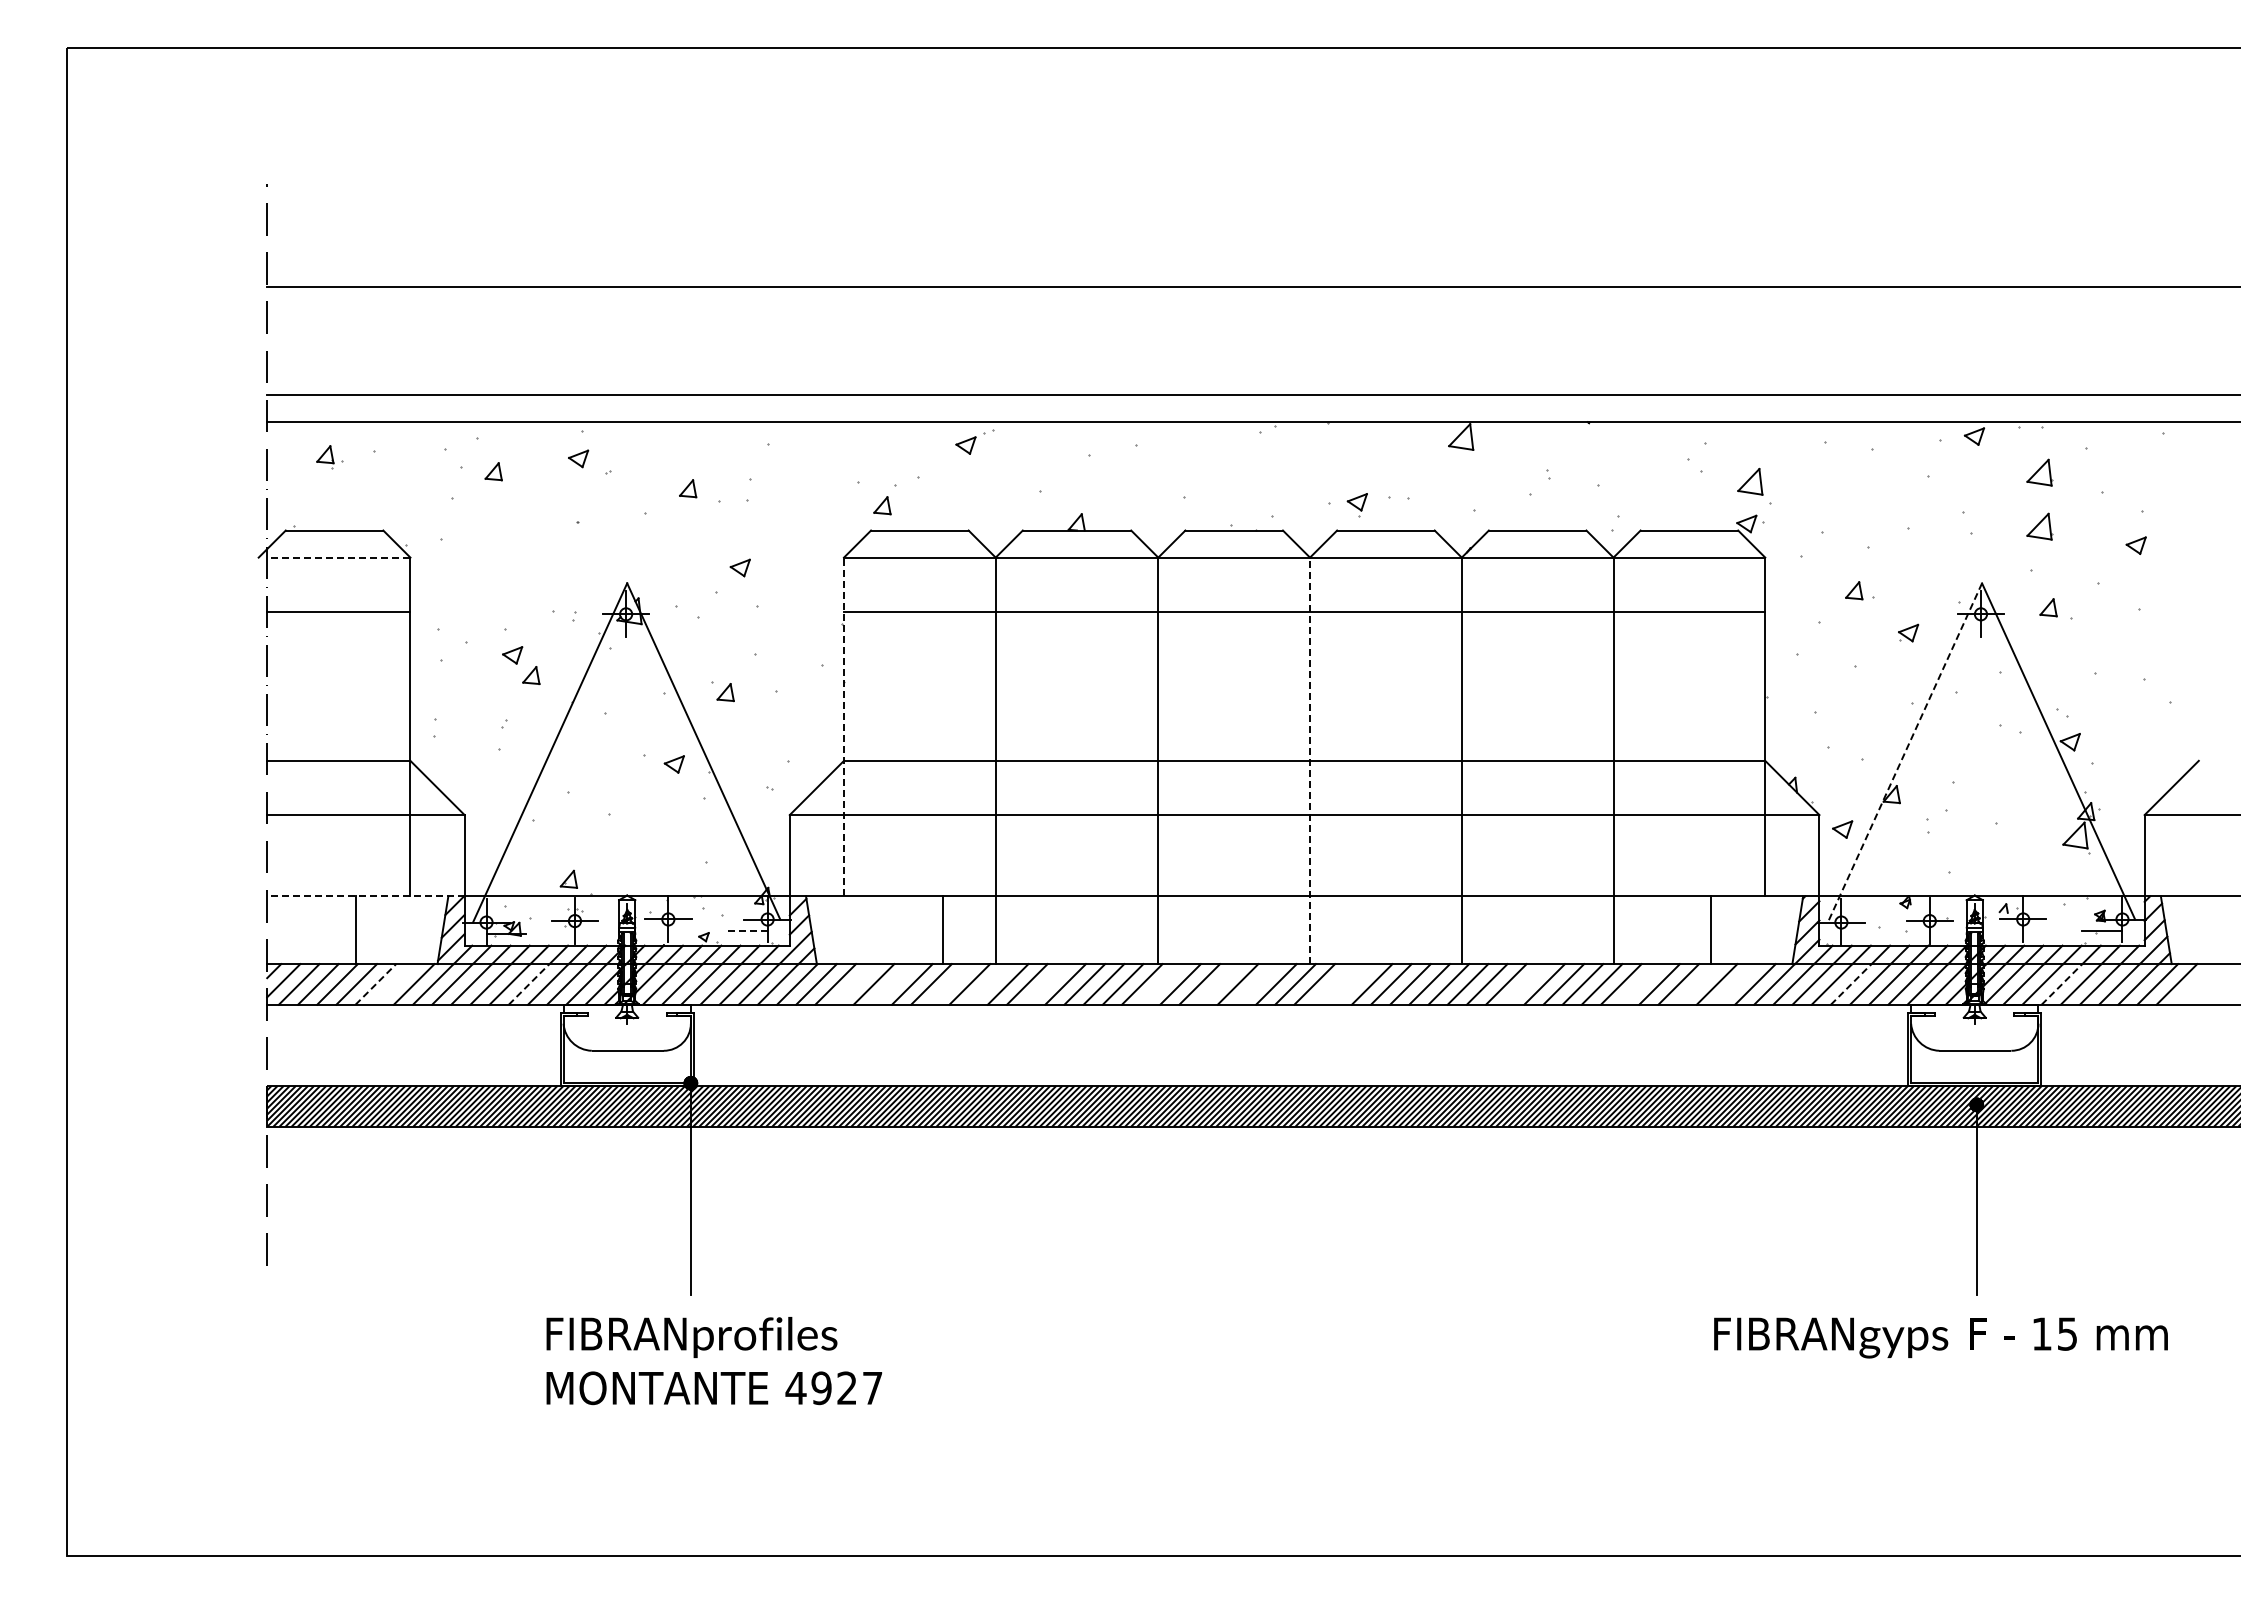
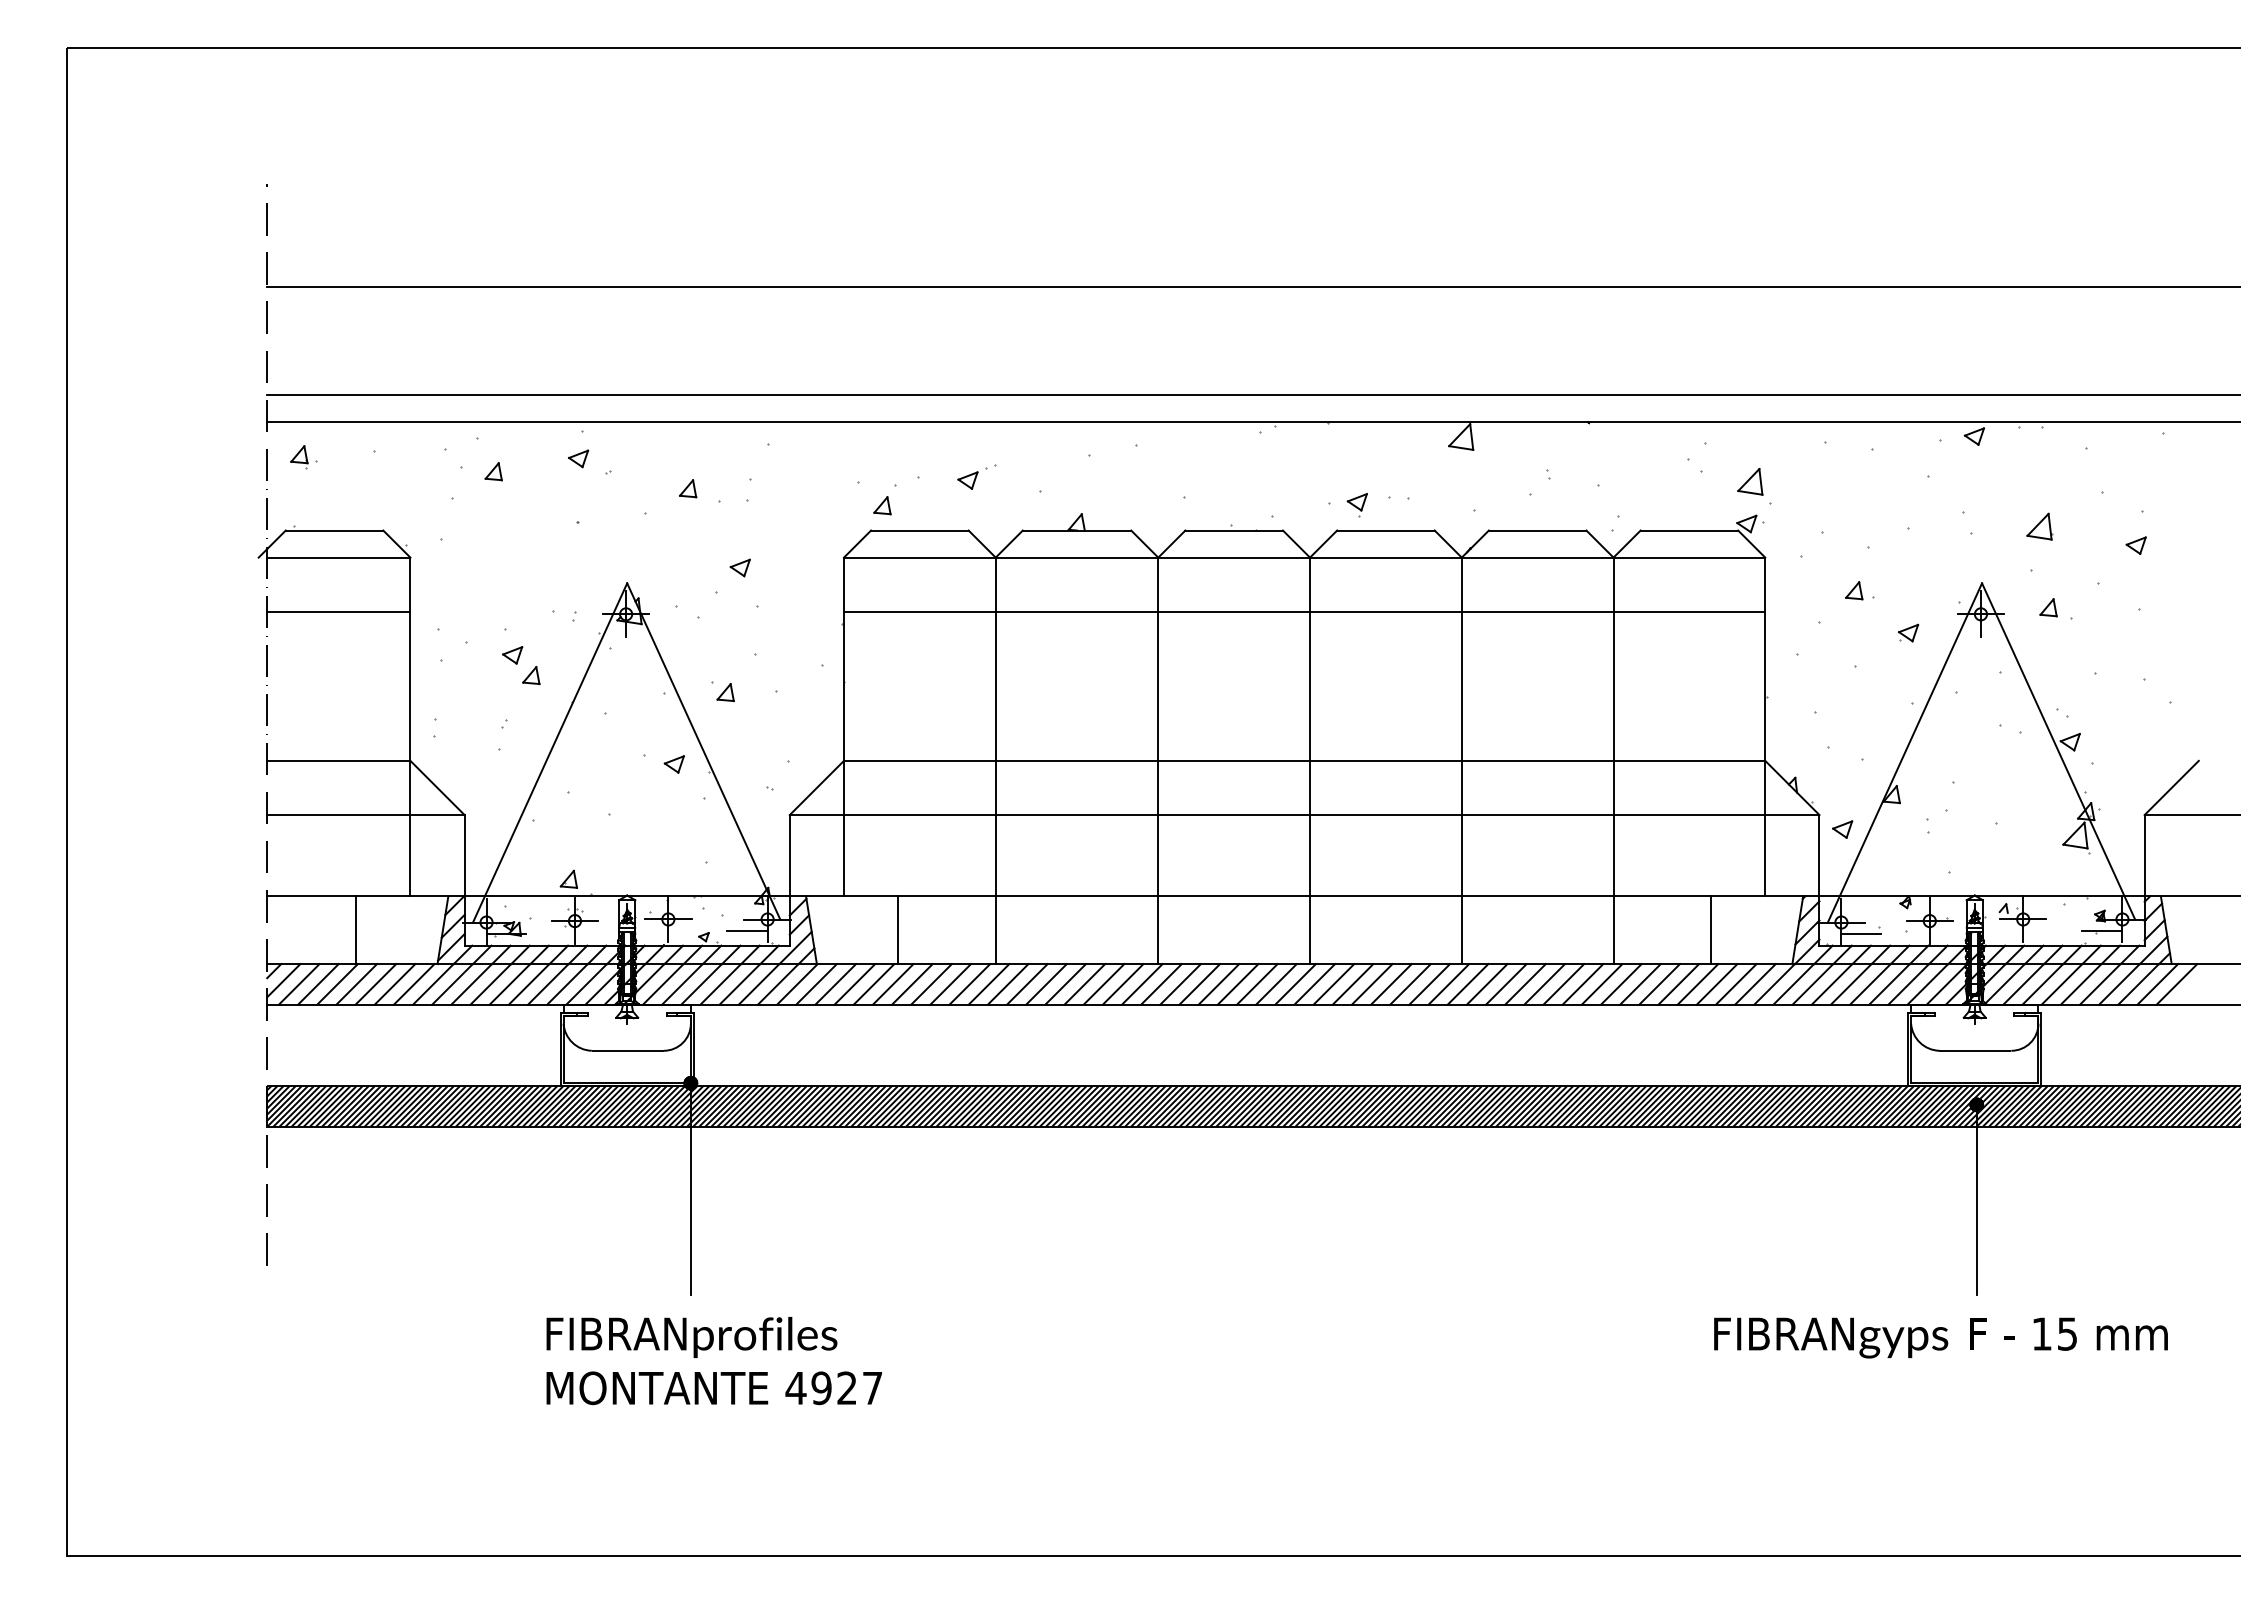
part at (974, 441) position: (974, 441) -> (976, 476)
part at (329, 457) position: (329, 457) -> (303, 457)
part at (2039, 472): present -> none
line at (338, 557): dashed -> solid
line at (843, 726): dashed -> solid
line at (1904, 753): dashed -> solid
line at (1310, 760): dashed -> solid
line at (365, 896): dashed -> solid
line at (746, 930): dashed -> solid
line at (943, 930) position: (943, 930) -> (898, 930)
line at (1860, 934): none -> present
line at (375, 984): dashed -> solid
line at (394, 984): none -> present
line at (529, 984): dashed -> solid
line at (854, 984): none -> present
line at (892, 984): none -> present
line at (950, 984): none -> present
line at (988, 984): none -> present
line at (1046, 984): none -> present
line at (1161, 984): none -> present
line at (1218, 984): none -> present
line at (1256, 984): none -> present
line at (1333, 984): none -> present
line at (1352, 984): none -> present
line at (1525, 984): none -> present
line at (1640, 984): none -> present
line at (1697, 984): none -> present
line at (1735, 984): none -> present
line at (1851, 984): dashed -> solid
line at (2061, 984): dashed -> solid
